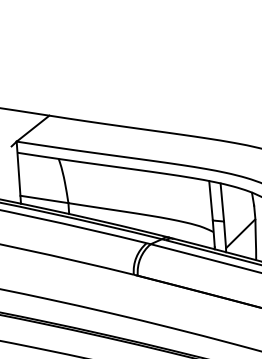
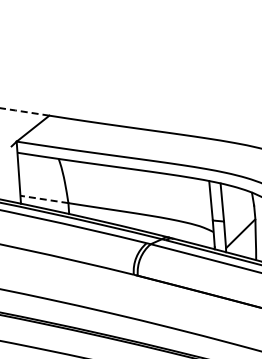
arc at (24, 111): solid -> dashed
line at (43, 199): solid -> dashed
